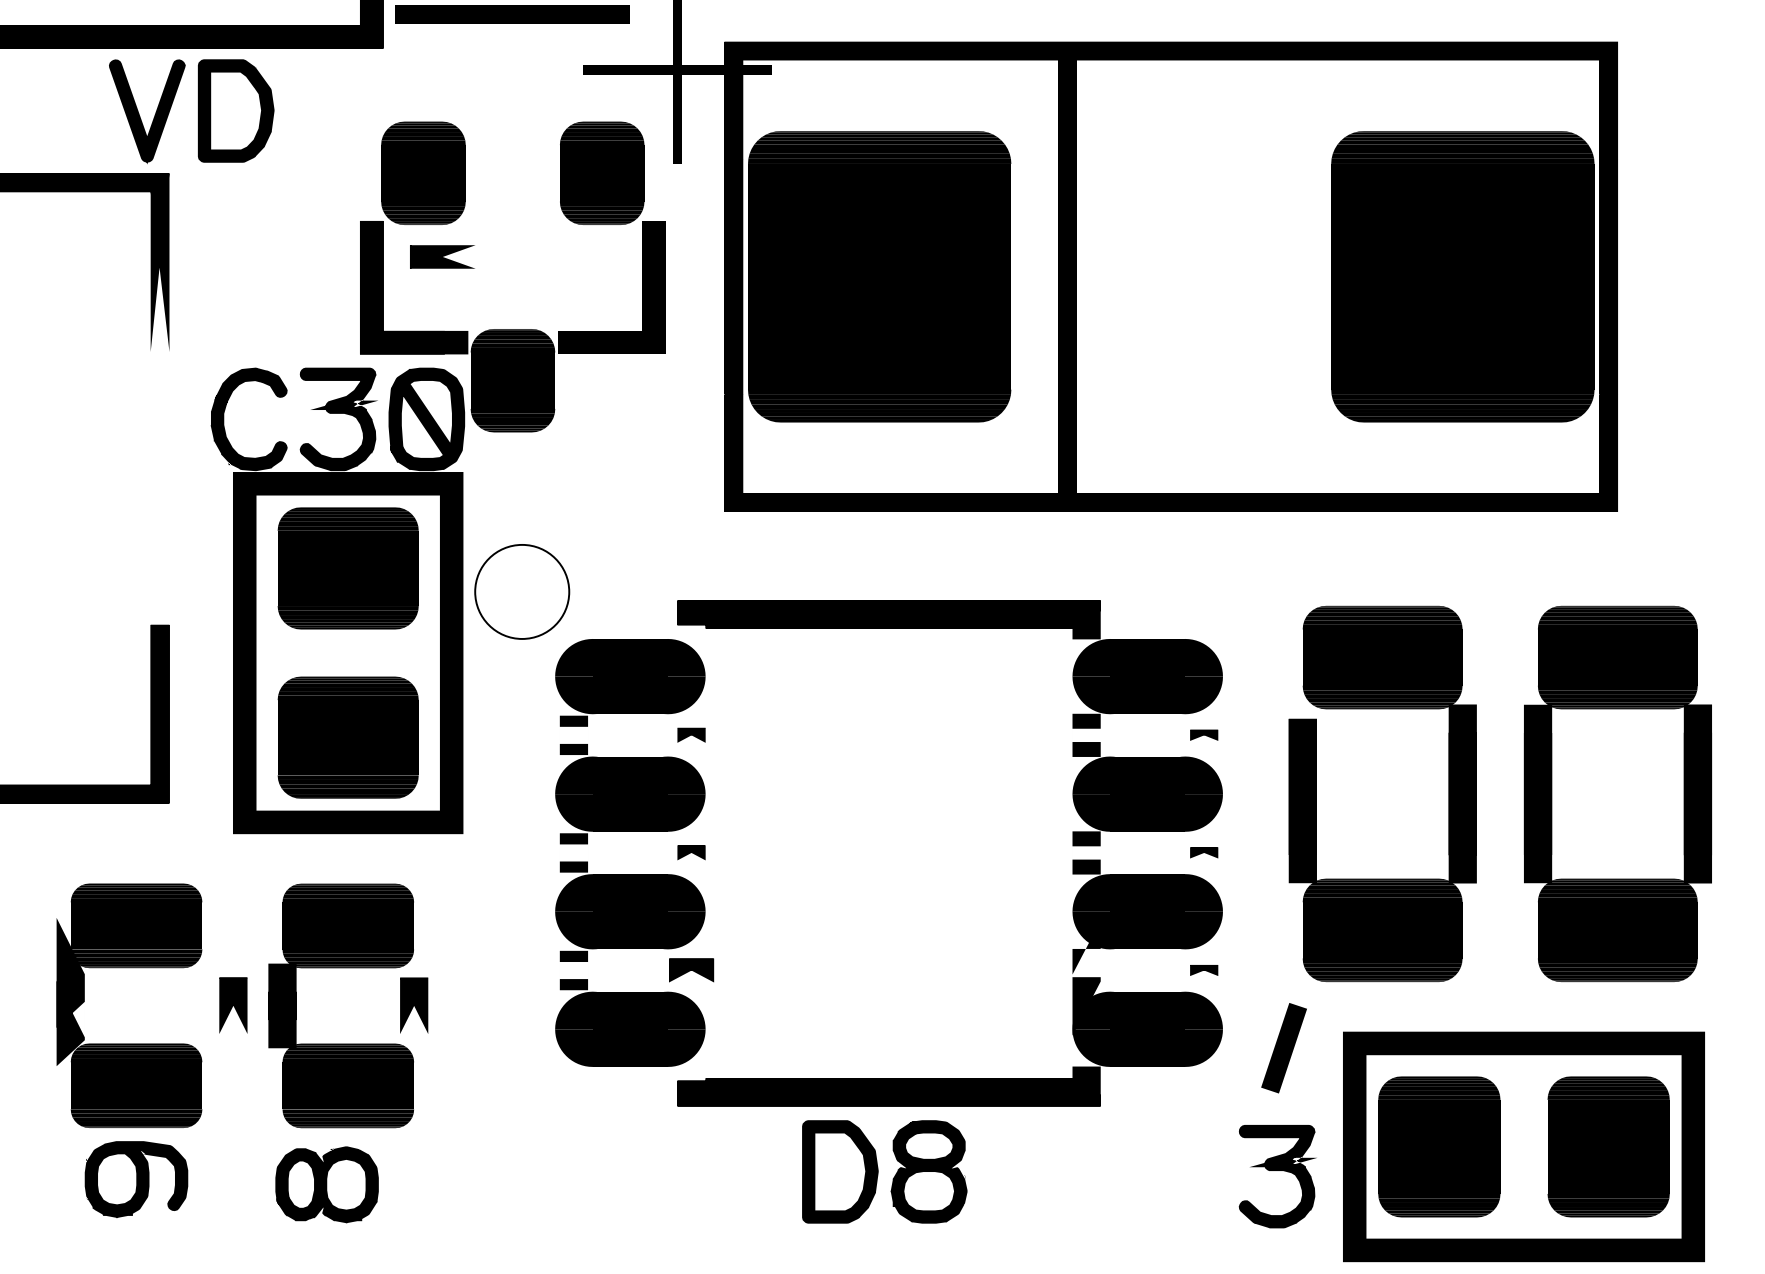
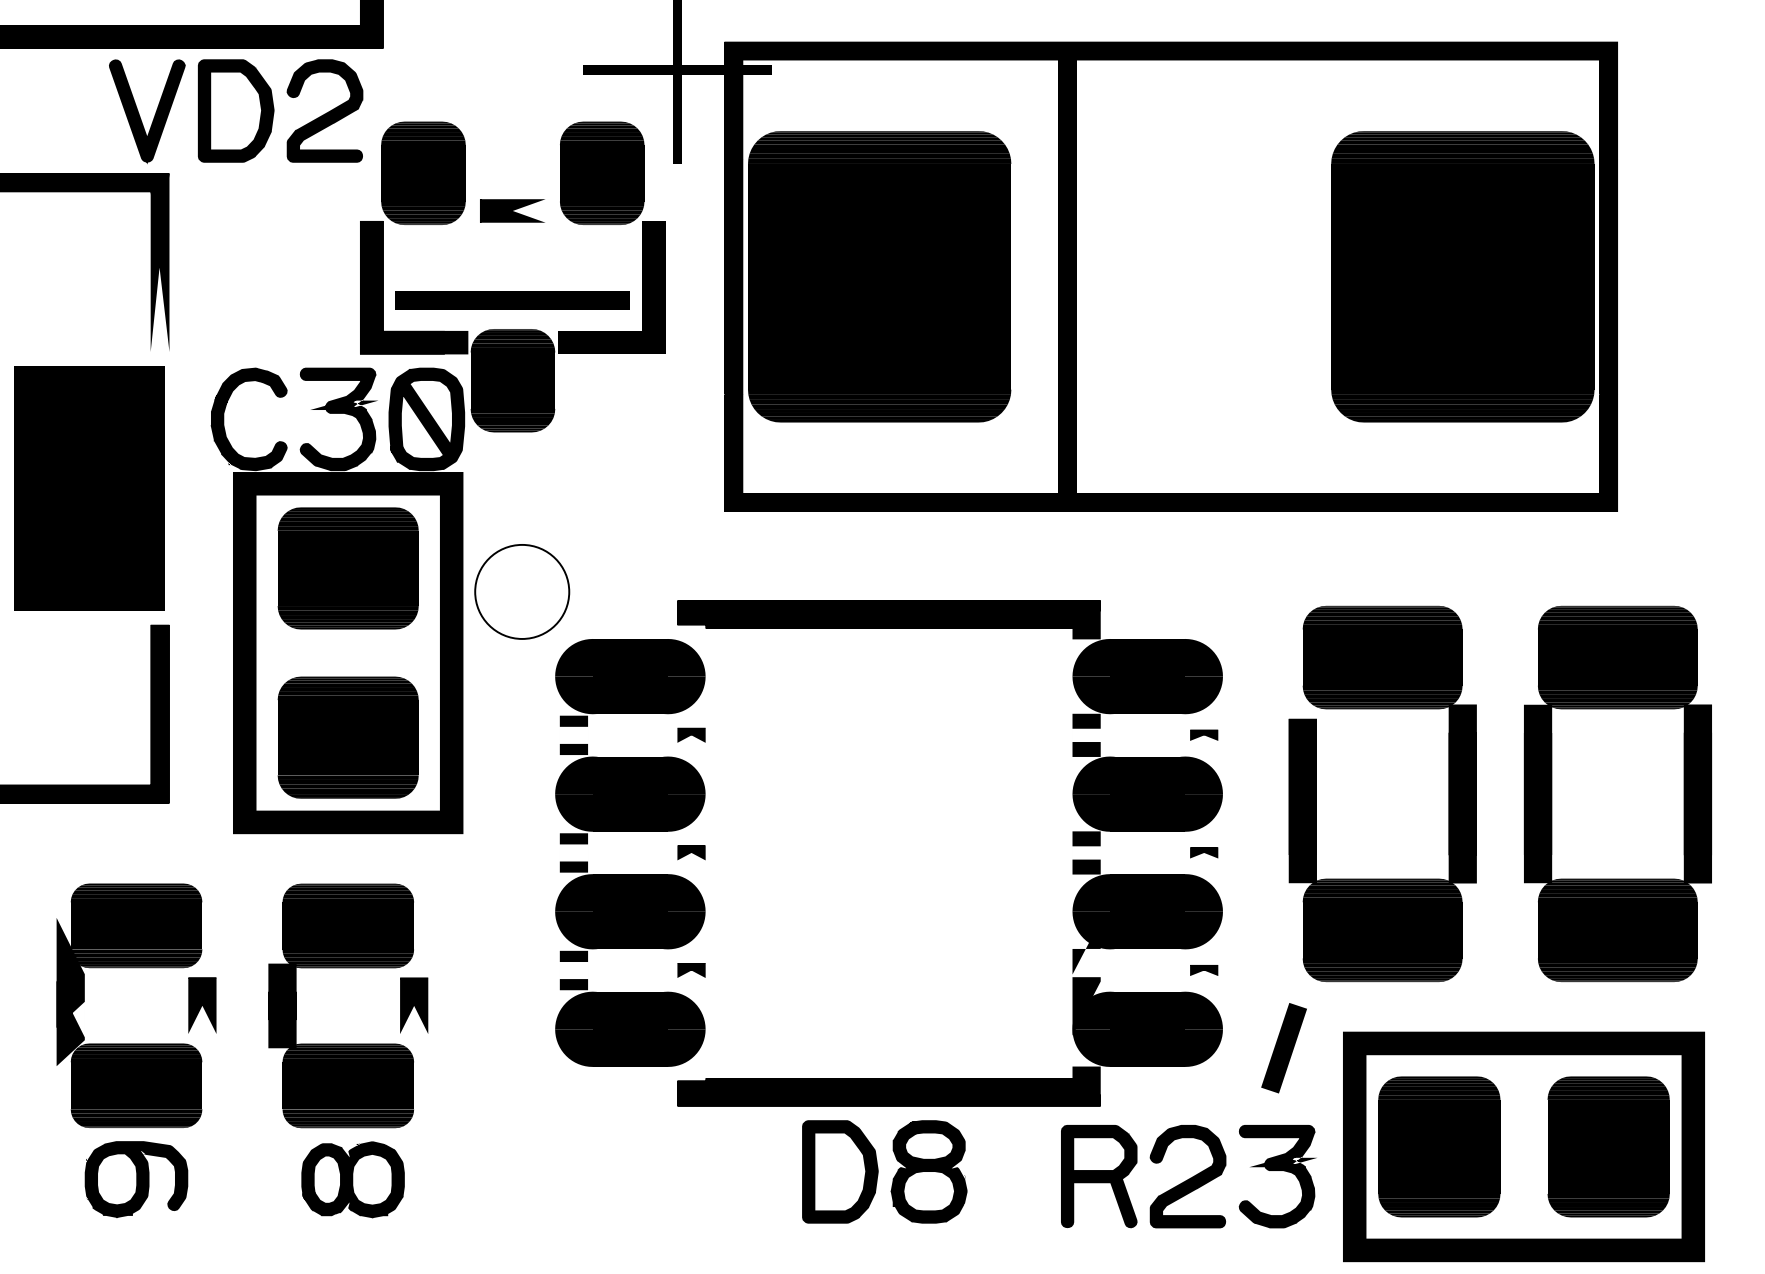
line at (512, 14) position: (512, 14) -> (512, 300)
part at (324, 110): none -> present
part at (442, 256) position: (442, 256) -> (512, 210)
part at (89, 488): none -> present
part at (691, 970) size: 46x25 px -> 29x15 px
part at (233, 1005) position: (233, 1005) -> (202, 1005)
part at (1099, 1176): none -> present
part at (1187, 1176): none -> present
part at (326, 1184) position: (326, 1184) -> (352, 1179)
